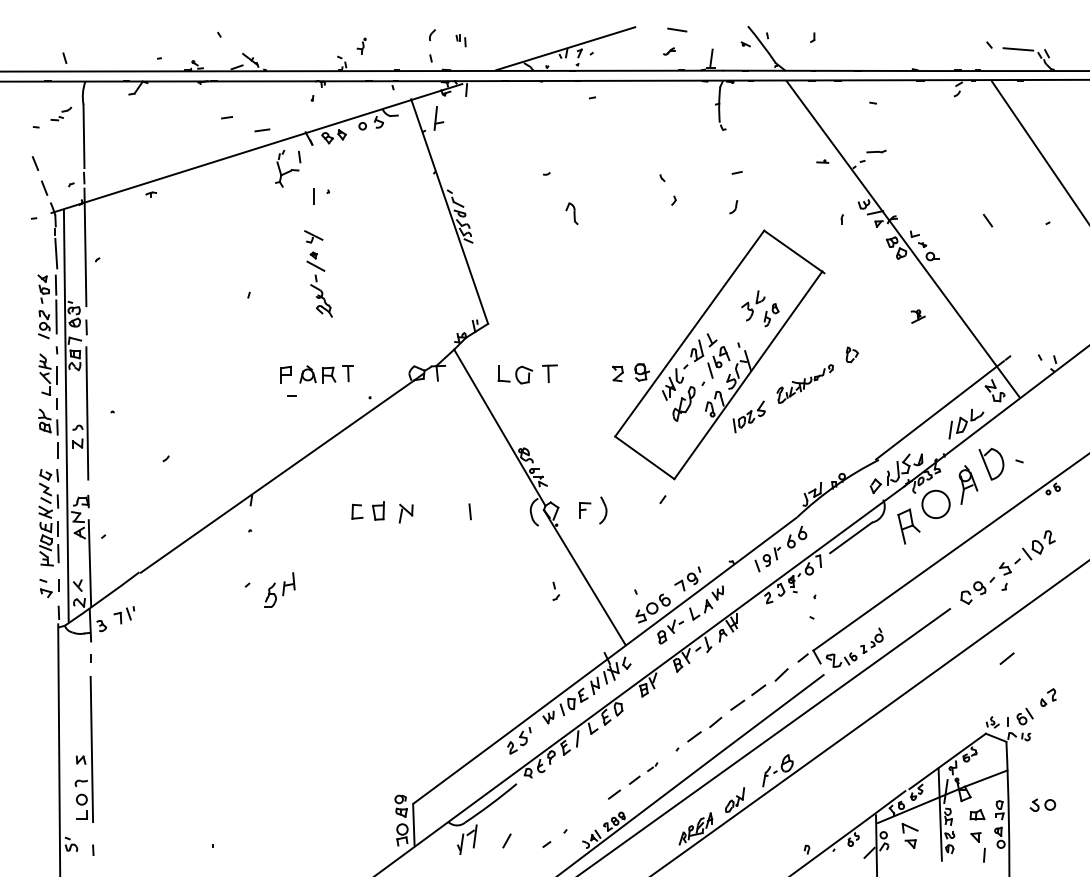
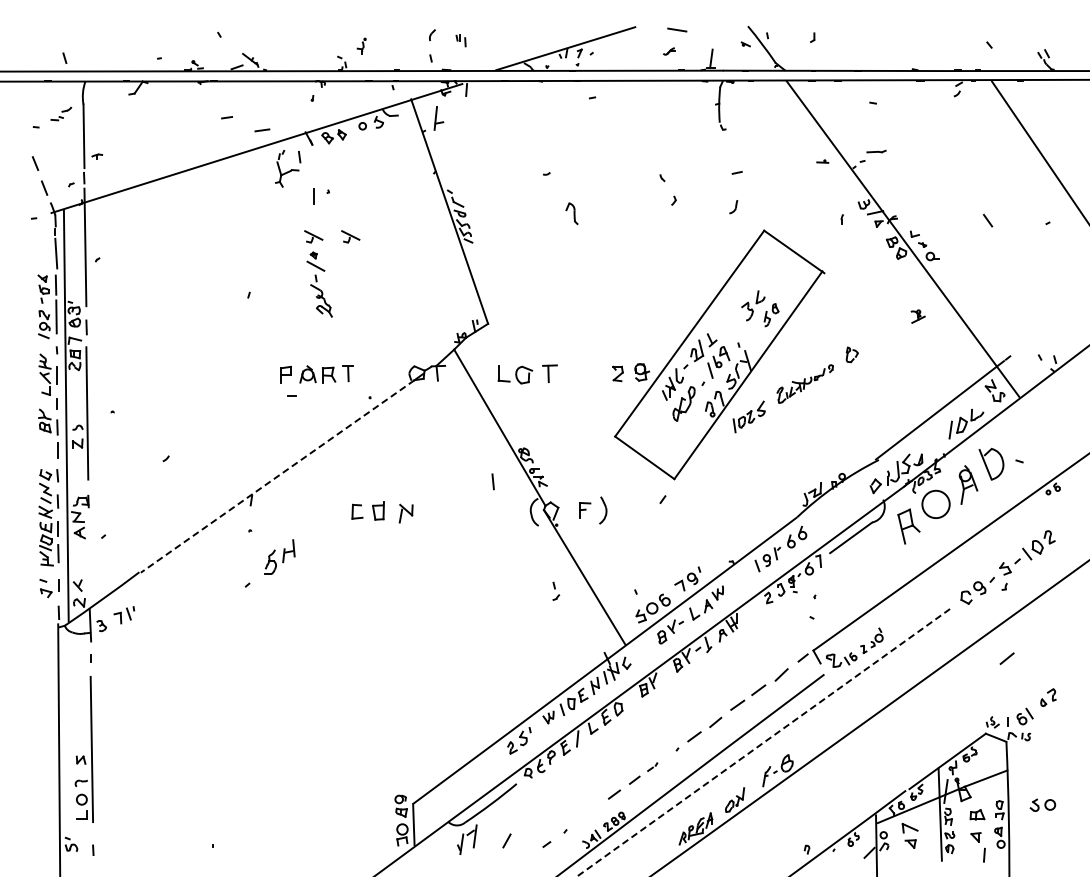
line at (1018, 49): present -> none
part at (151, 194) position: (151, 194) -> (97, 156)
part at (350, 236): none -> present
line at (277, 476): solid -> dashed
line at (469, 511) position: (469, 511) -> (492, 481)
line at (89, 563): present -> none
part at (279, 589) position: (279, 589) -> (279, 556)
line at (763, 742): solid -> dashed
